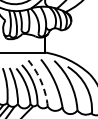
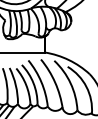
arc at (41, 82): dashed -> solid
